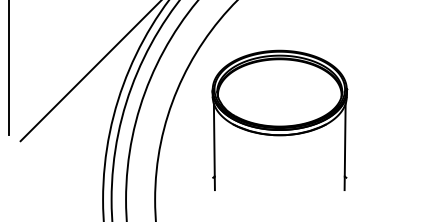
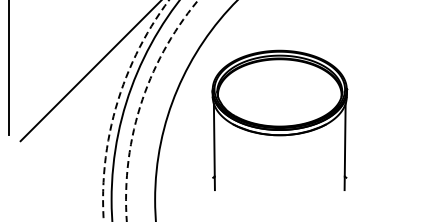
circle at (136, 110): solid -> dashed
circle at (161, 110): solid -> dashed
